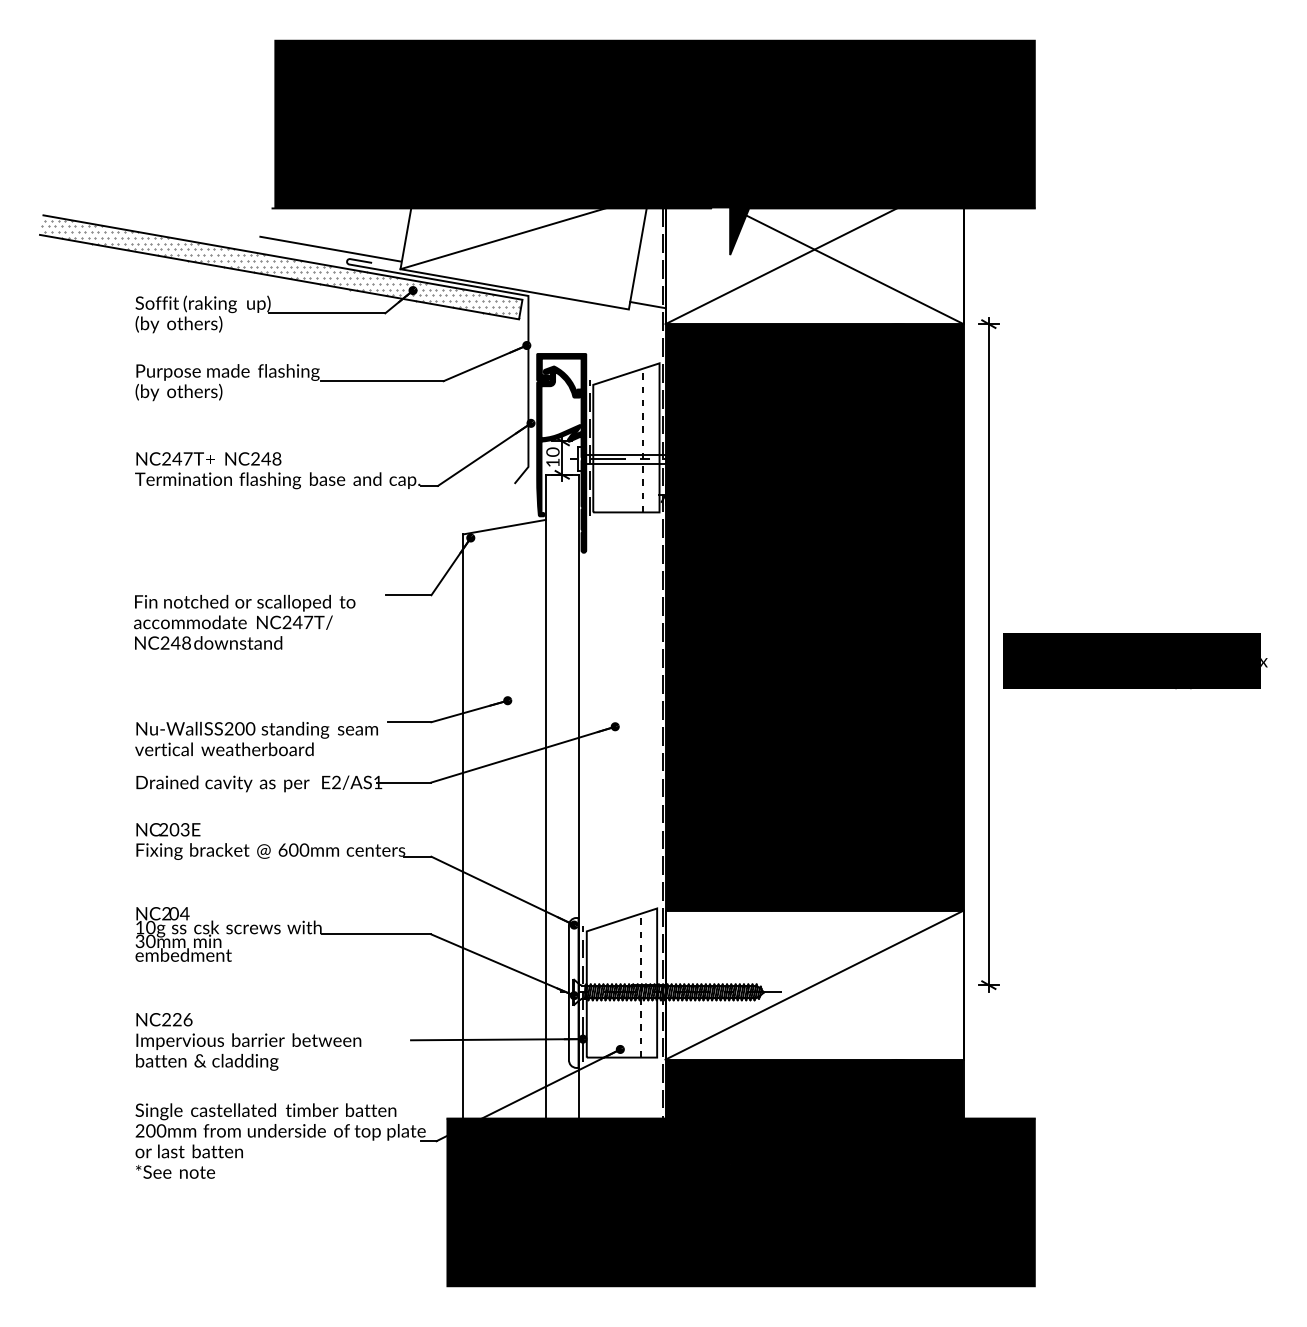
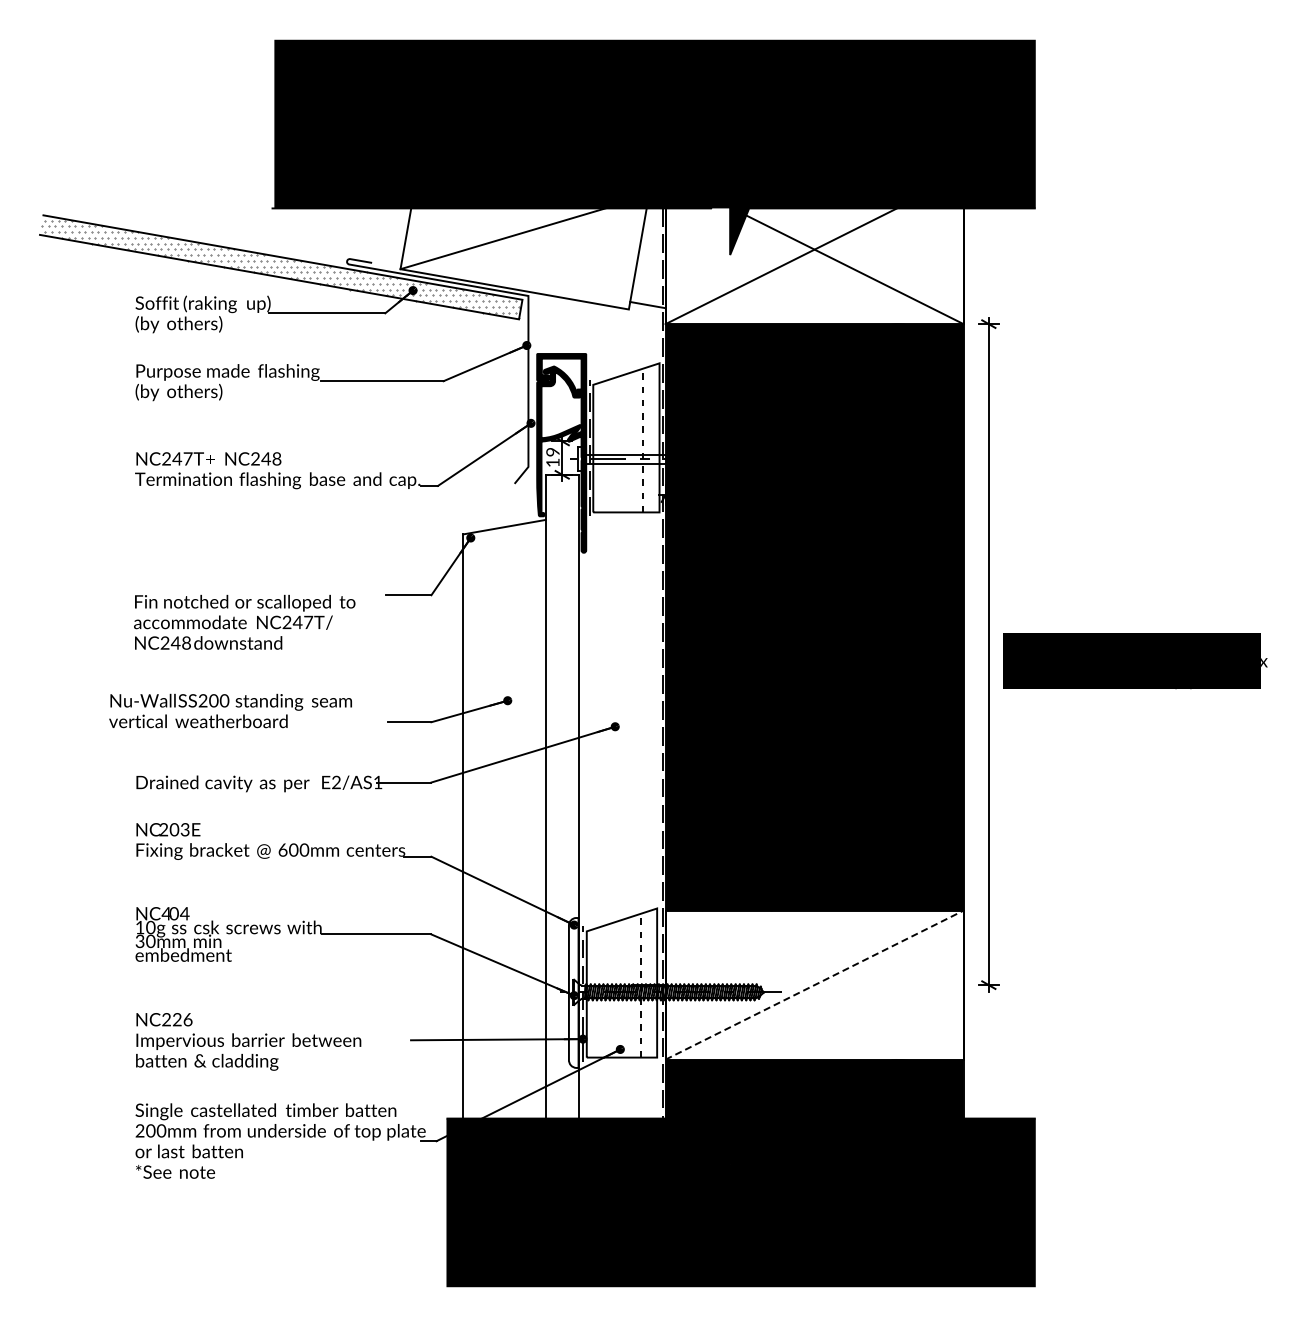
line at (330, 248): present -> none
text at (553, 451): 10 -> 19
text at (256, 738) position: (256, 738) -> (230, 710)
text at (166, 913): NC2 -> NC4
line at (814, 985): solid -> dashed
